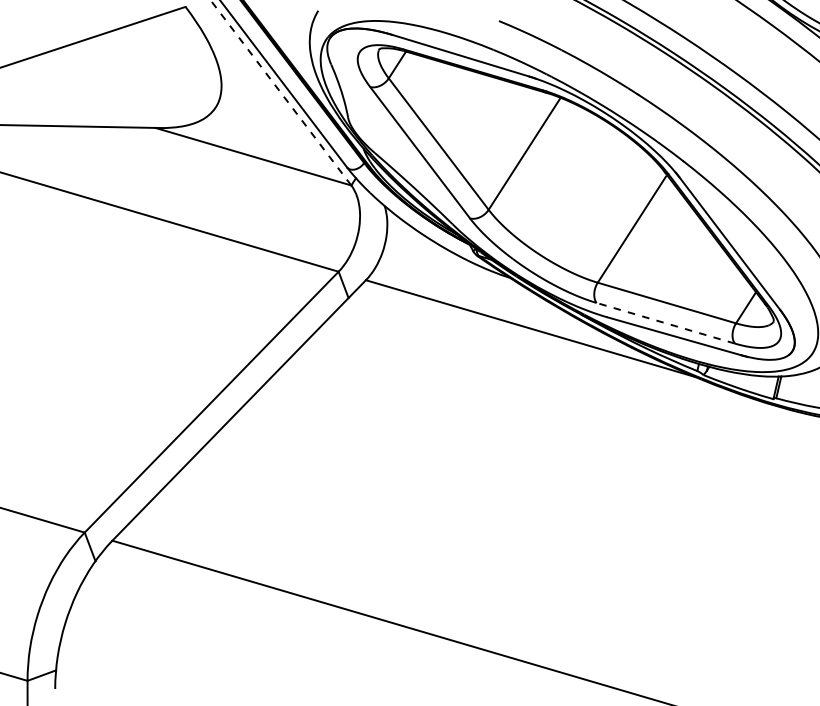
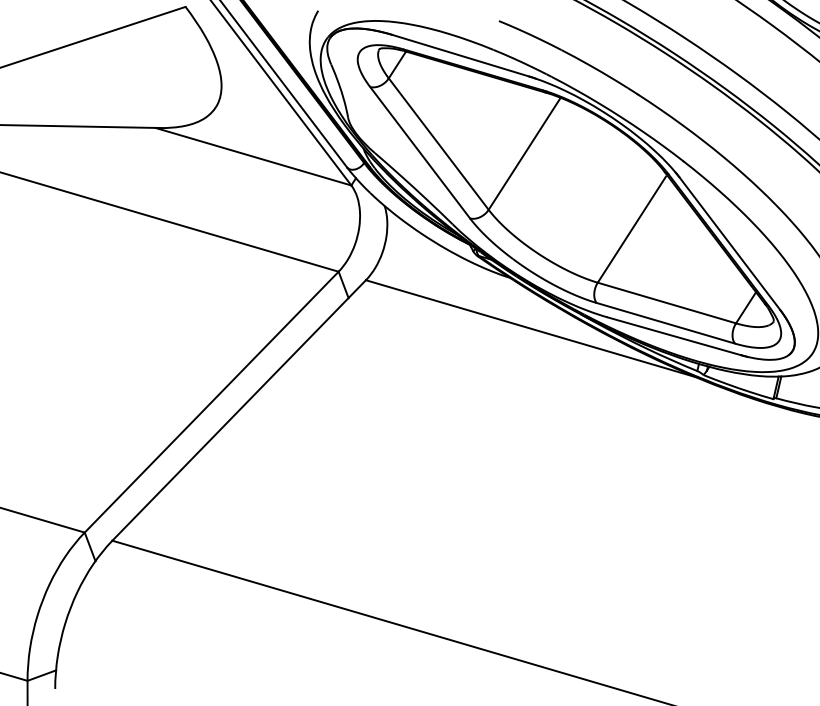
line at (280, 92): dashed -> solid
line at (665, 323): dashed -> solid
